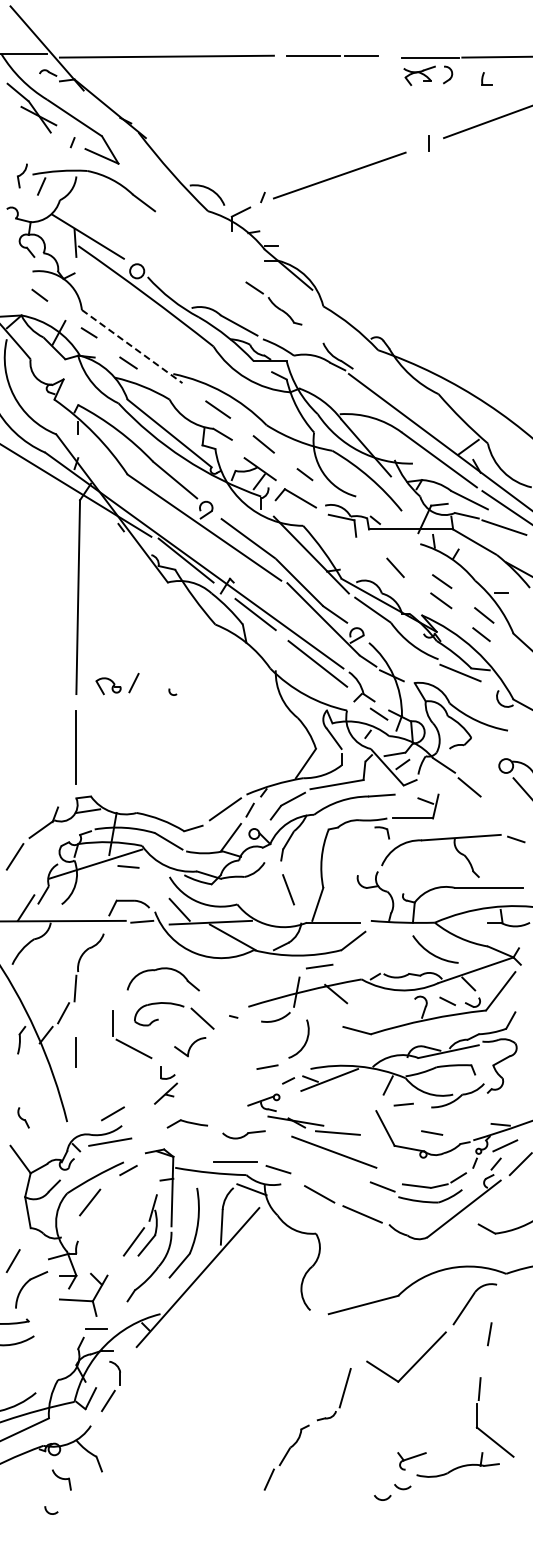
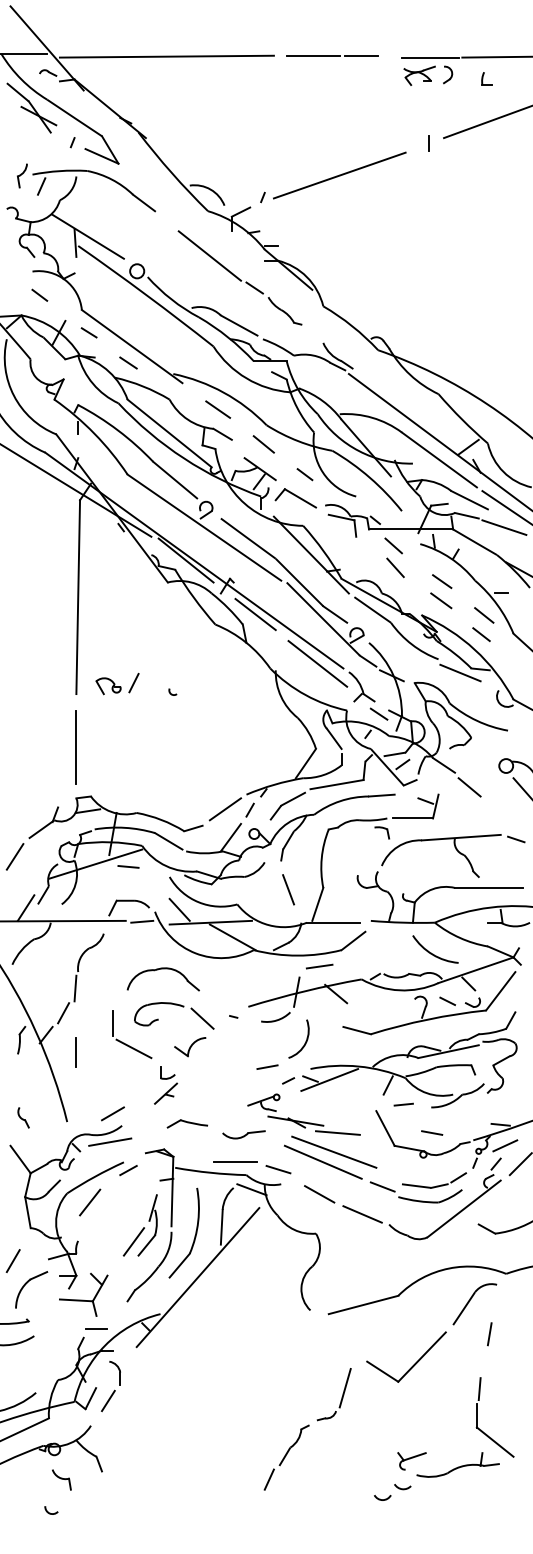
line at (209, 255): none -> present
line at (132, 346): dashed -> solid
line at (393, 545): none -> present
line at (322, 1161): none -> present
